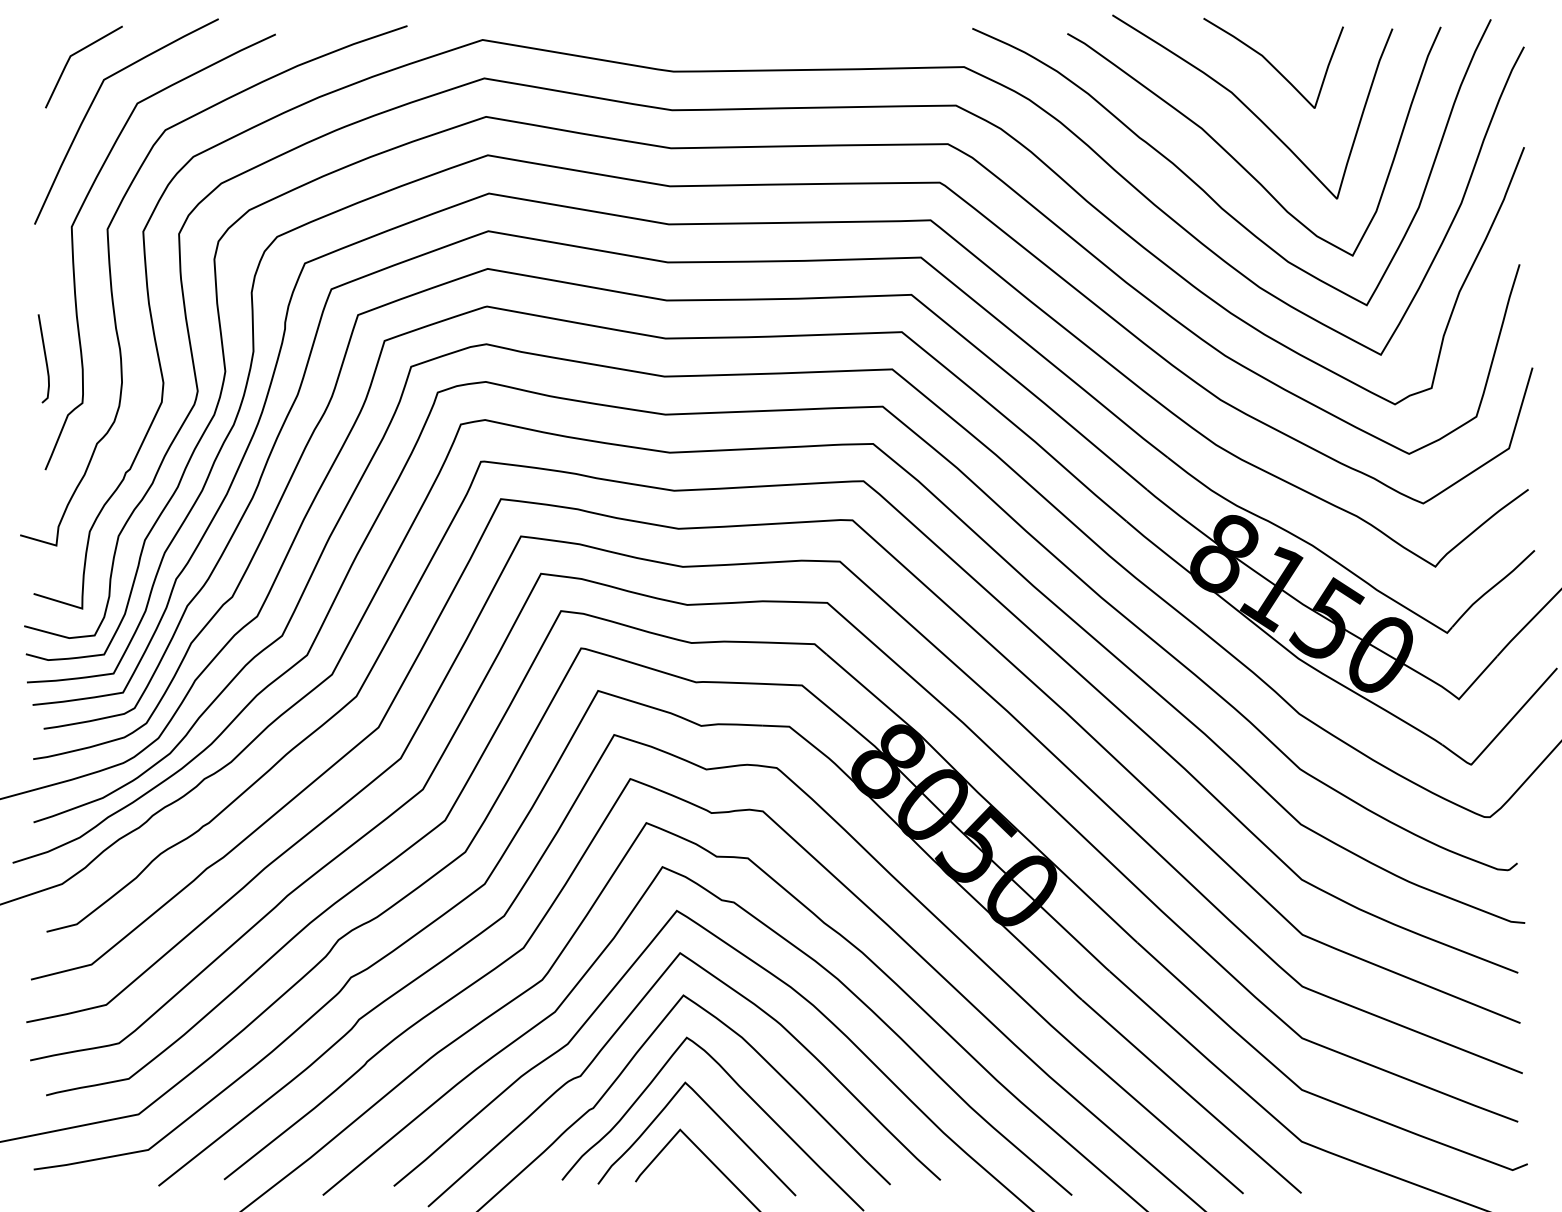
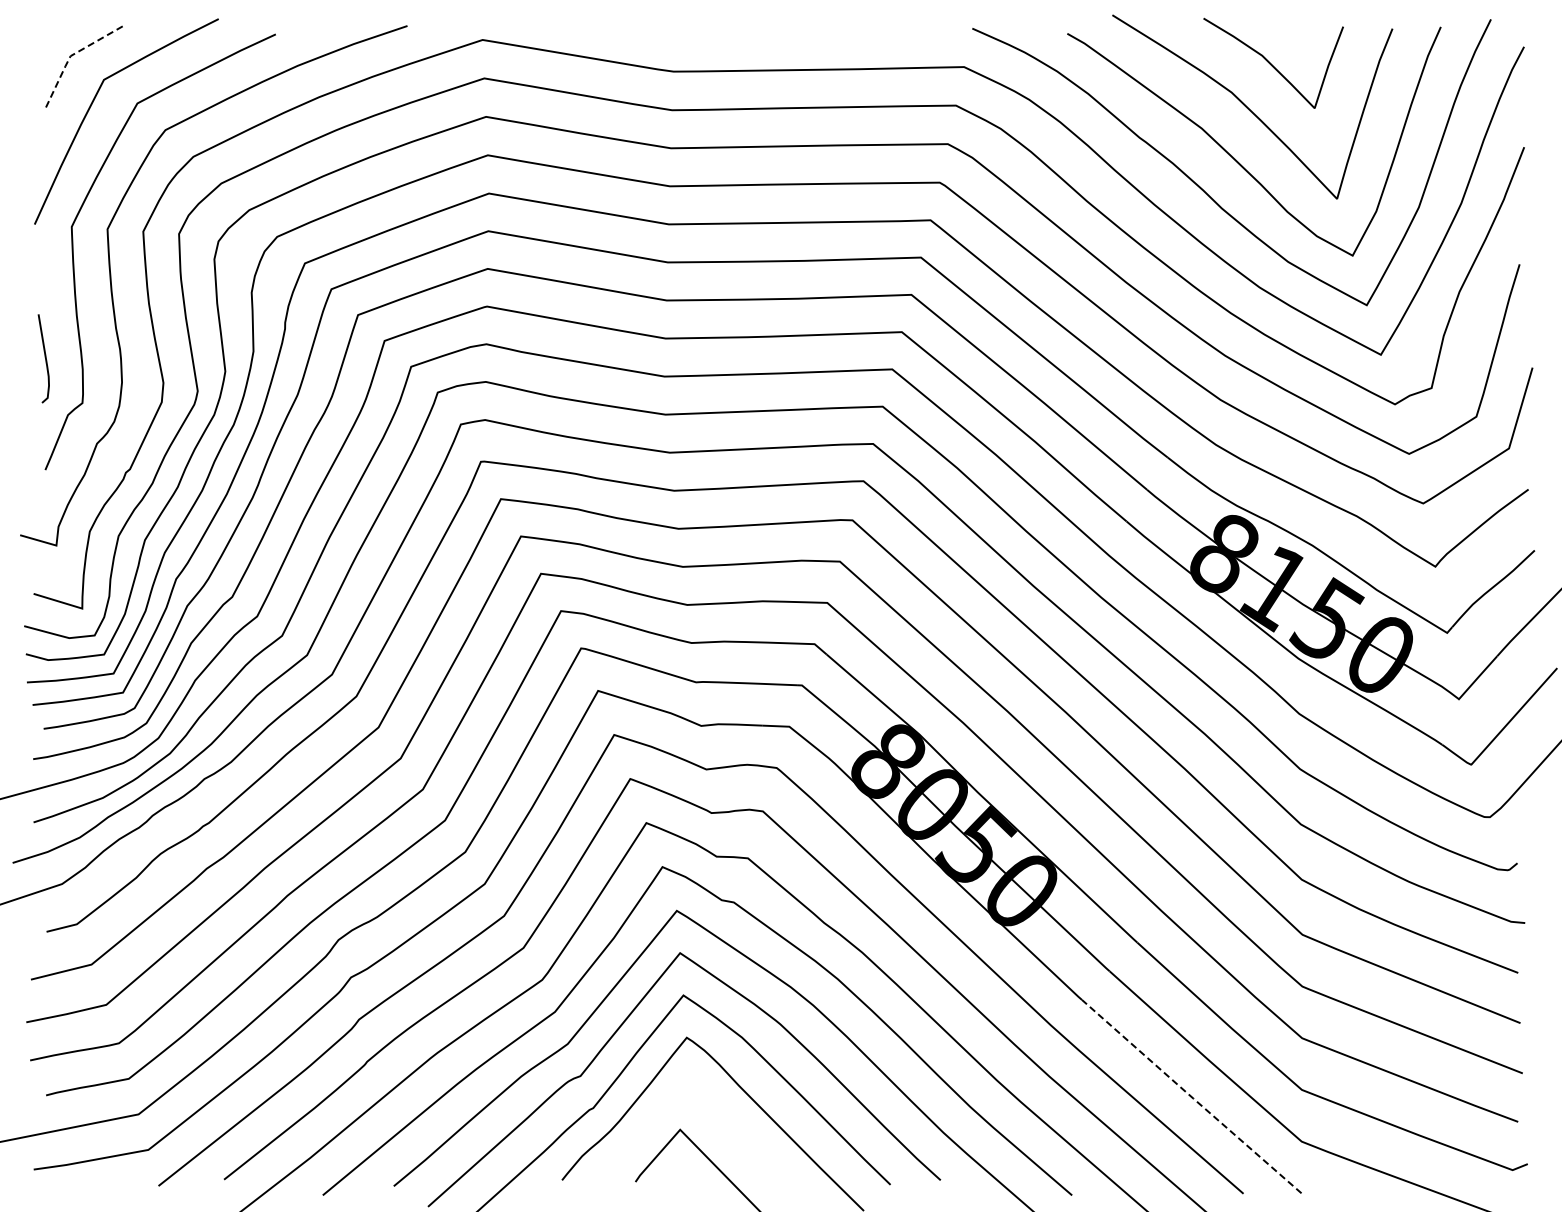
line at (70, 56): solid -> dashed
line at (1191, 1096): solid -> dashed
curve at (717, 1116): present -> none
